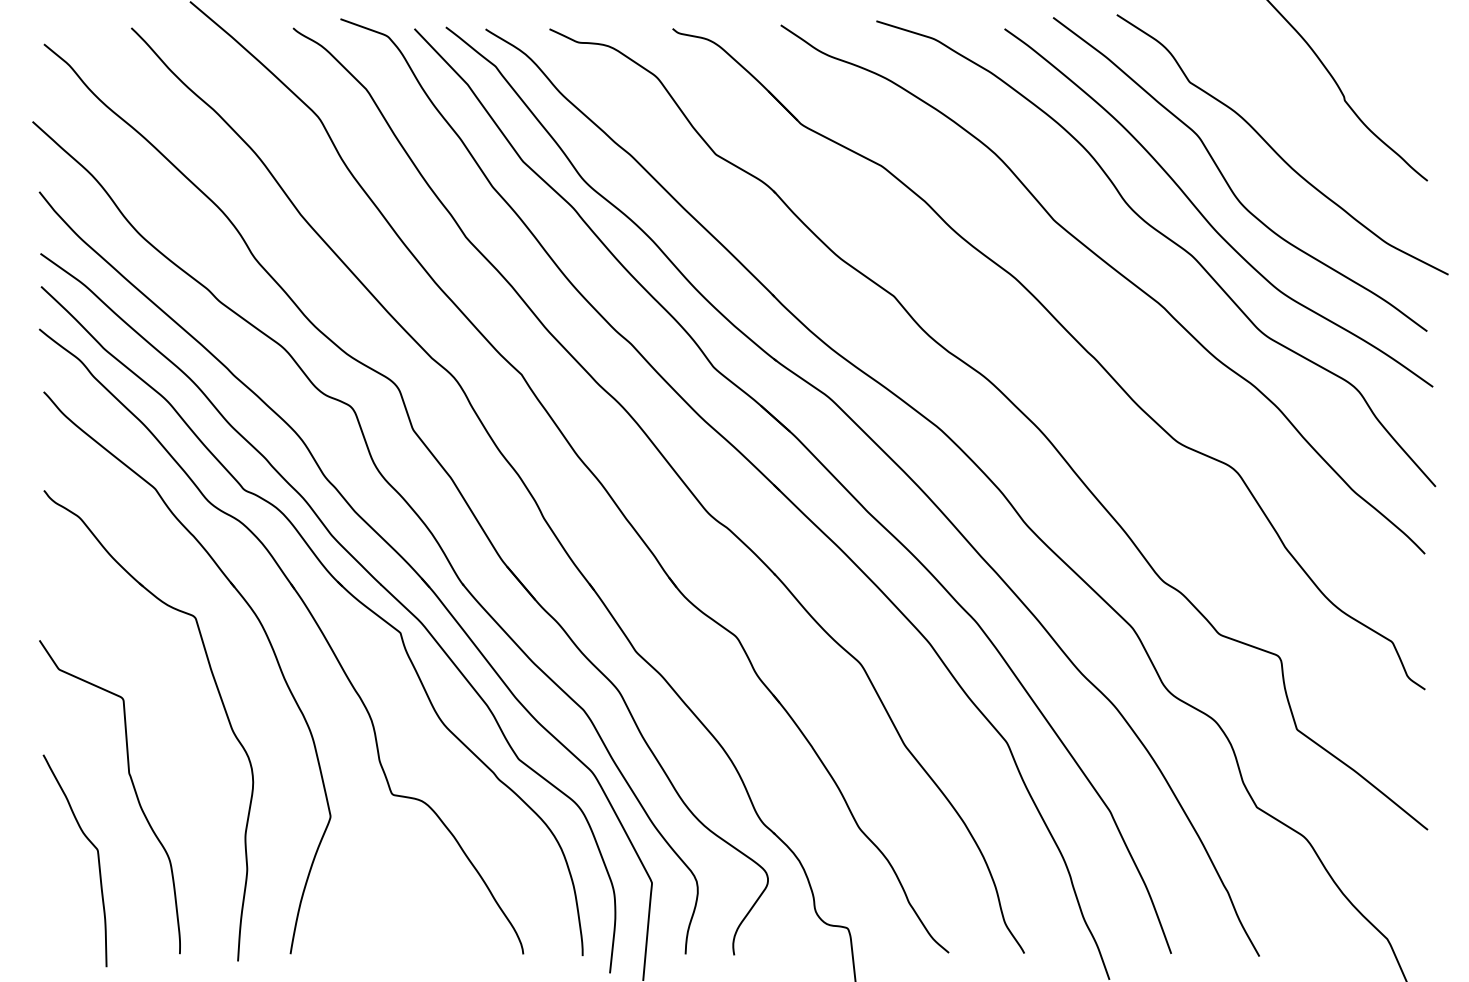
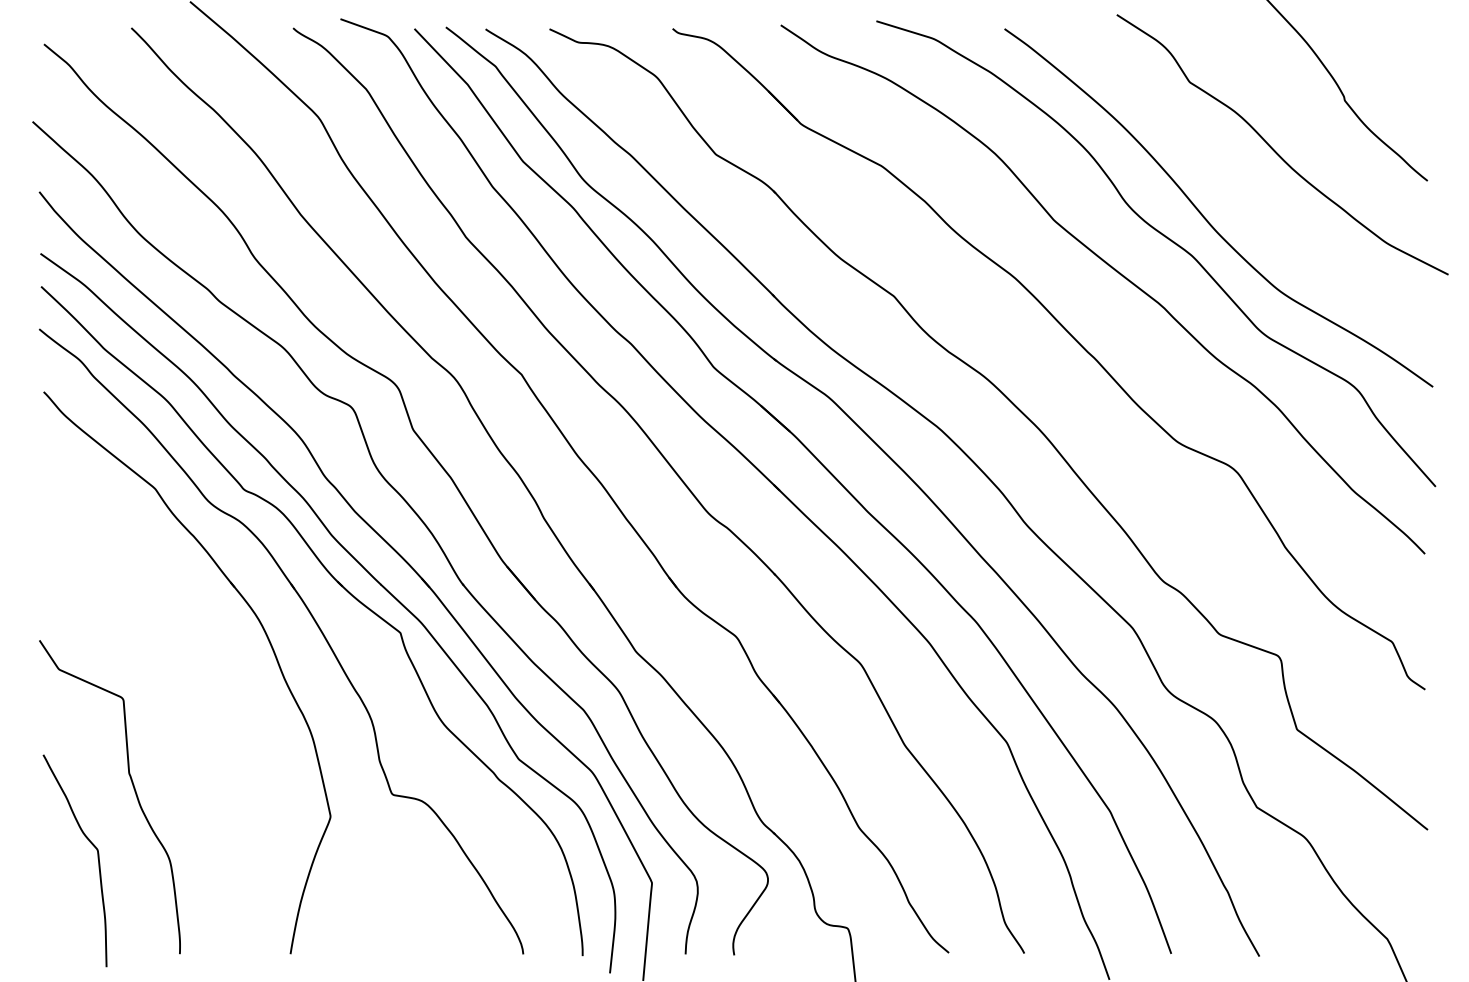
curve at (1227, 181): present -> none
part at (219, 697): present -> none
